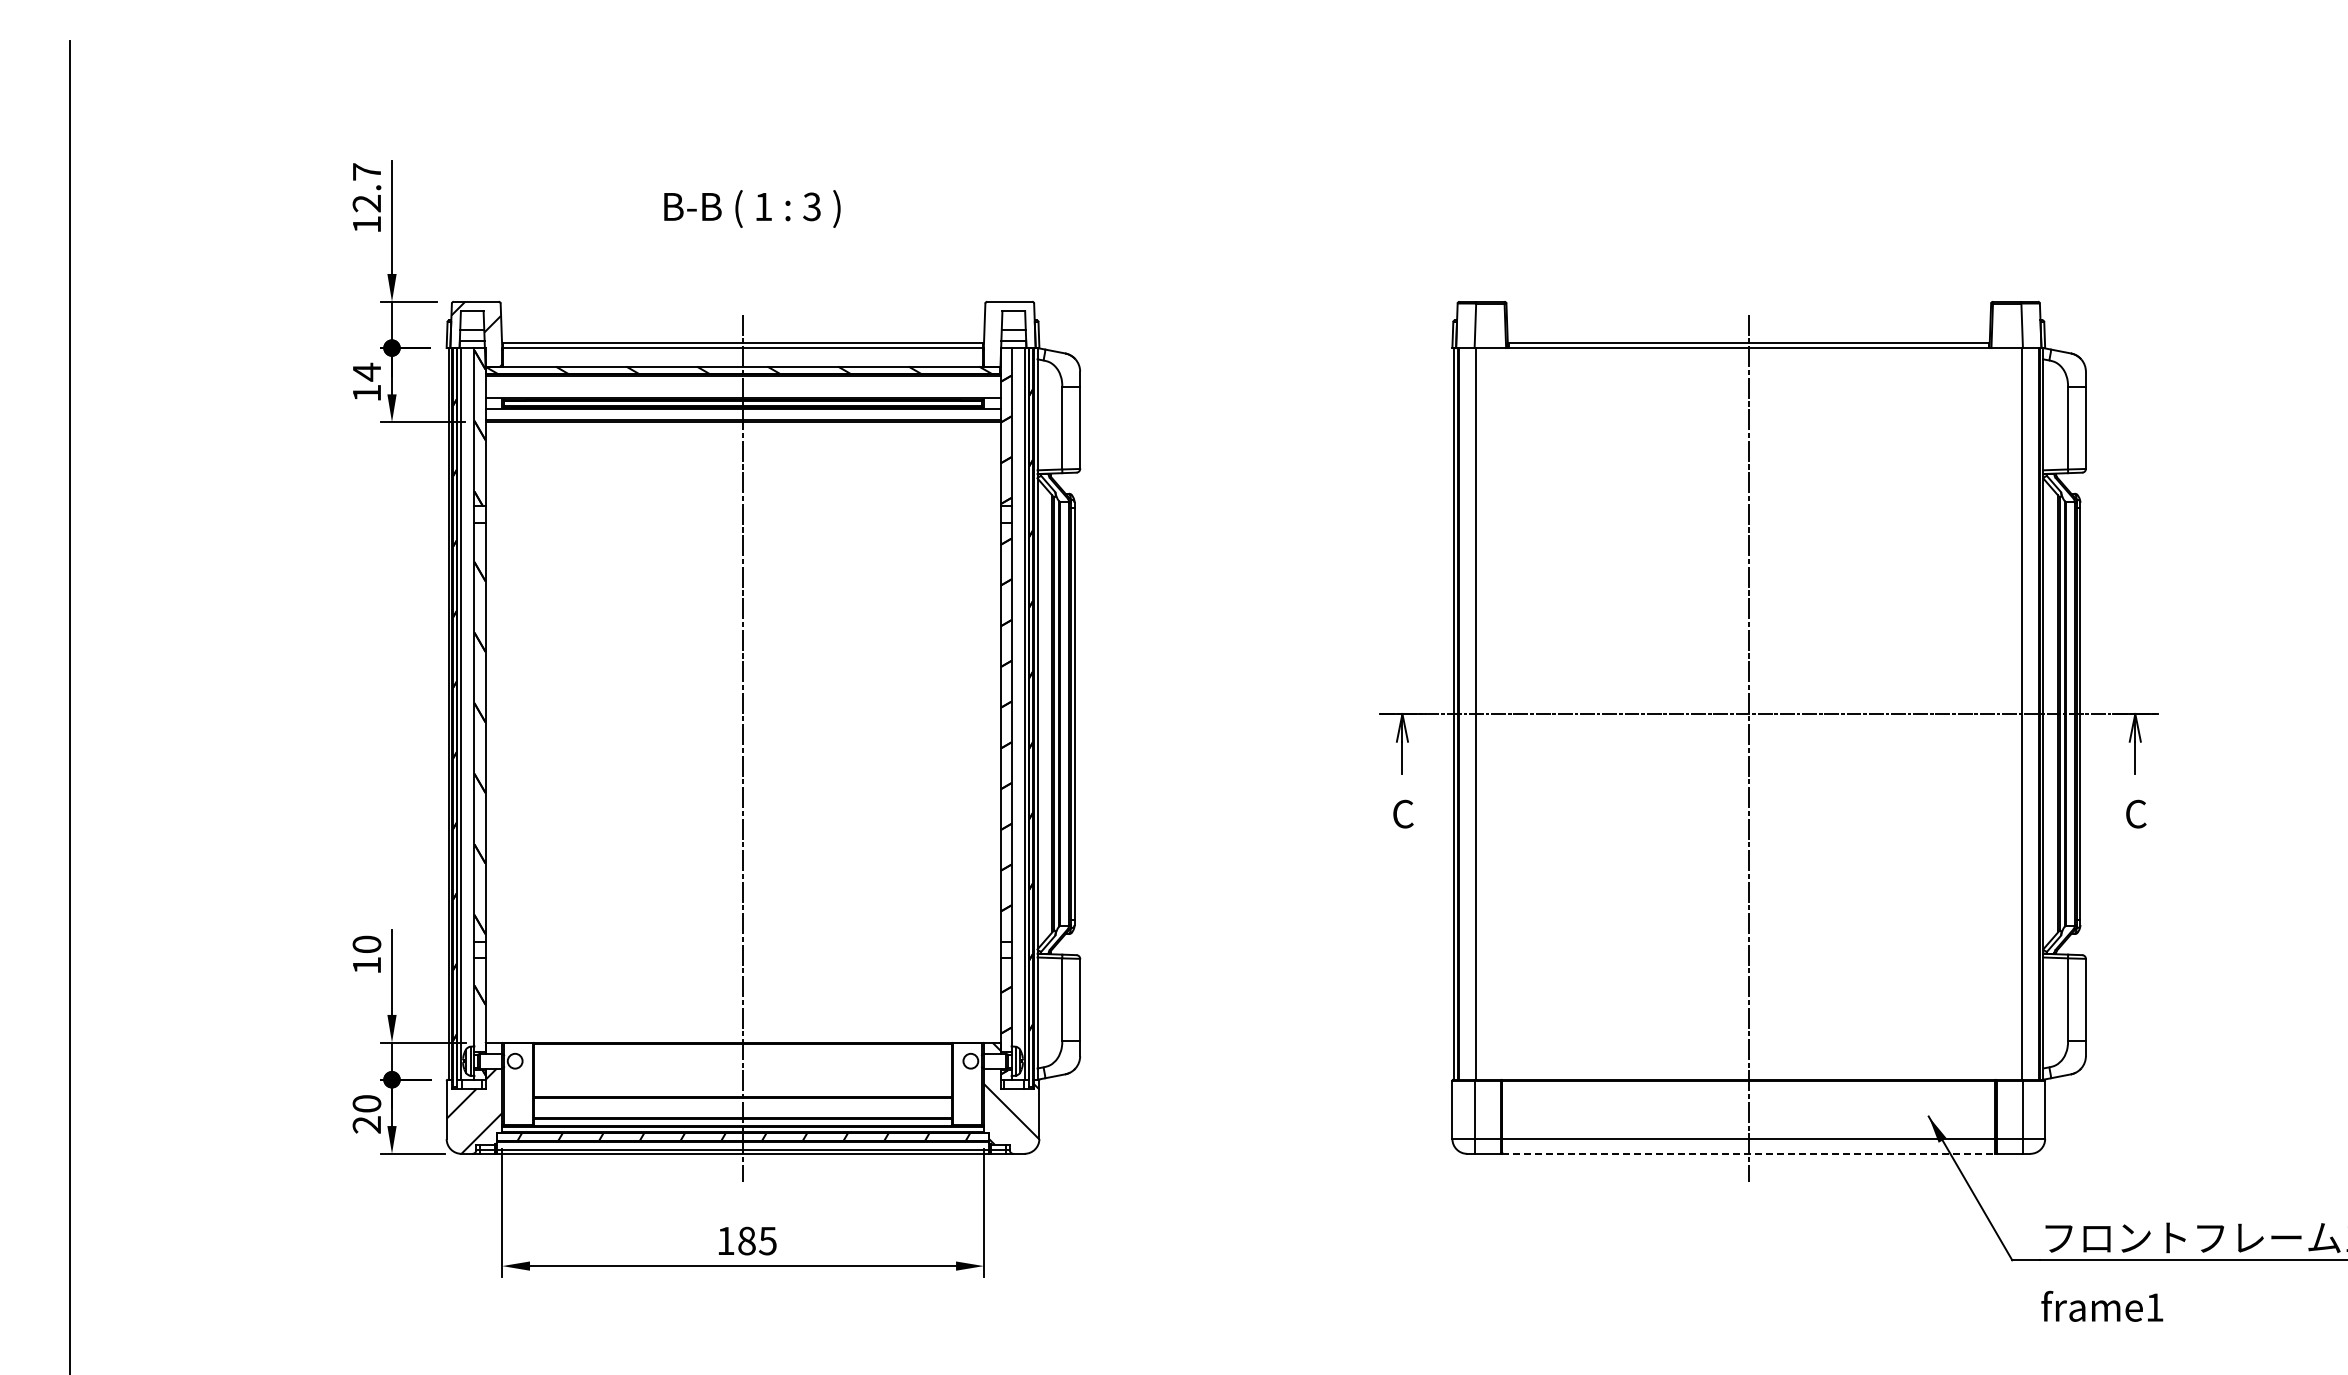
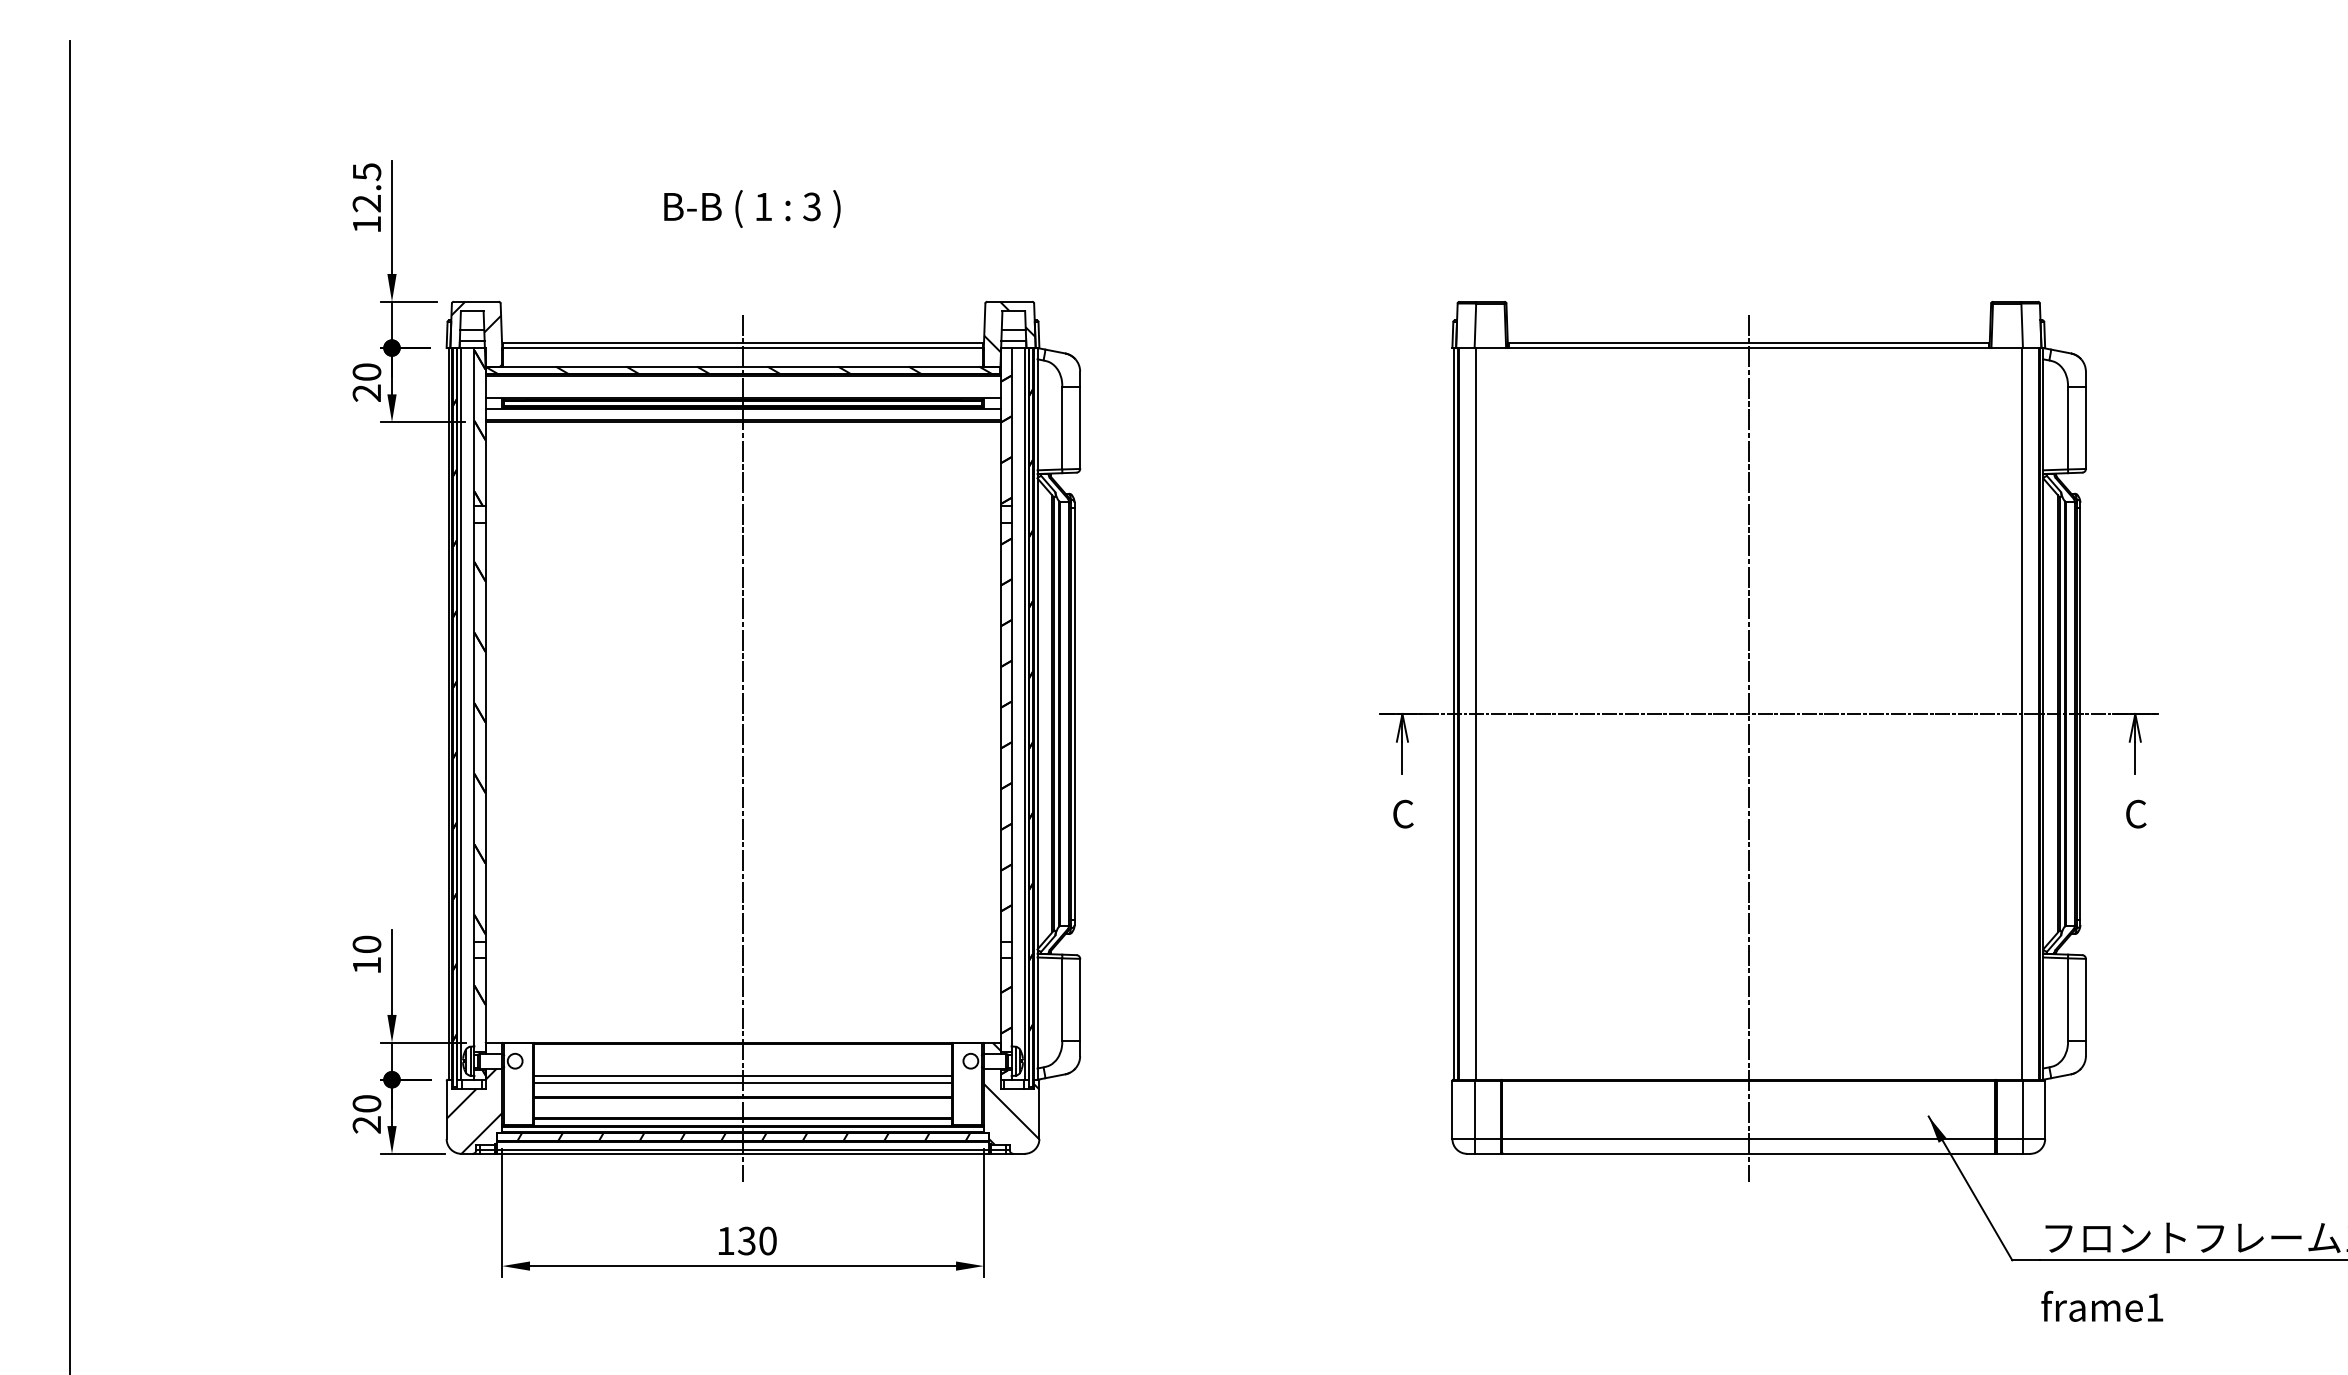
text at (367, 172): 12.7 -> 12.5
hatch at (1009, 326): none -> present
text at (366, 381): 14 -> 20
line at (742, 1076): none -> present
line at (742, 1083): none -> present
line at (1749, 1153): dashed -> solid
text at (756, 1240): 185 -> 130
